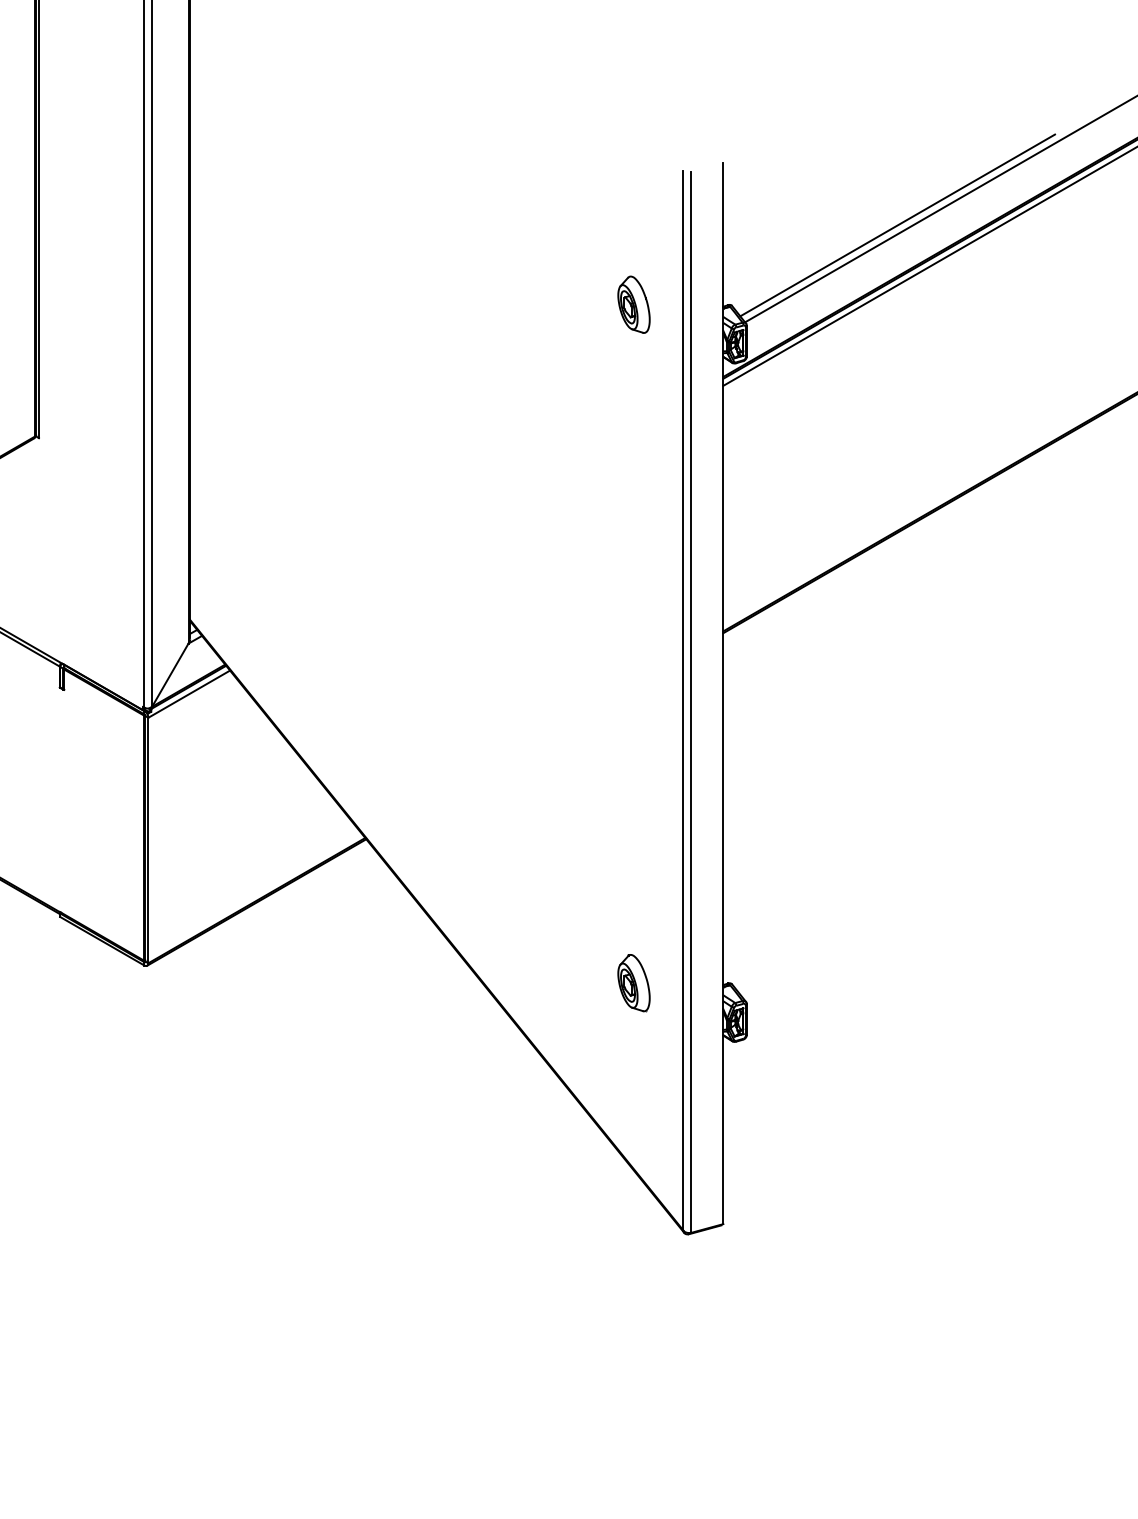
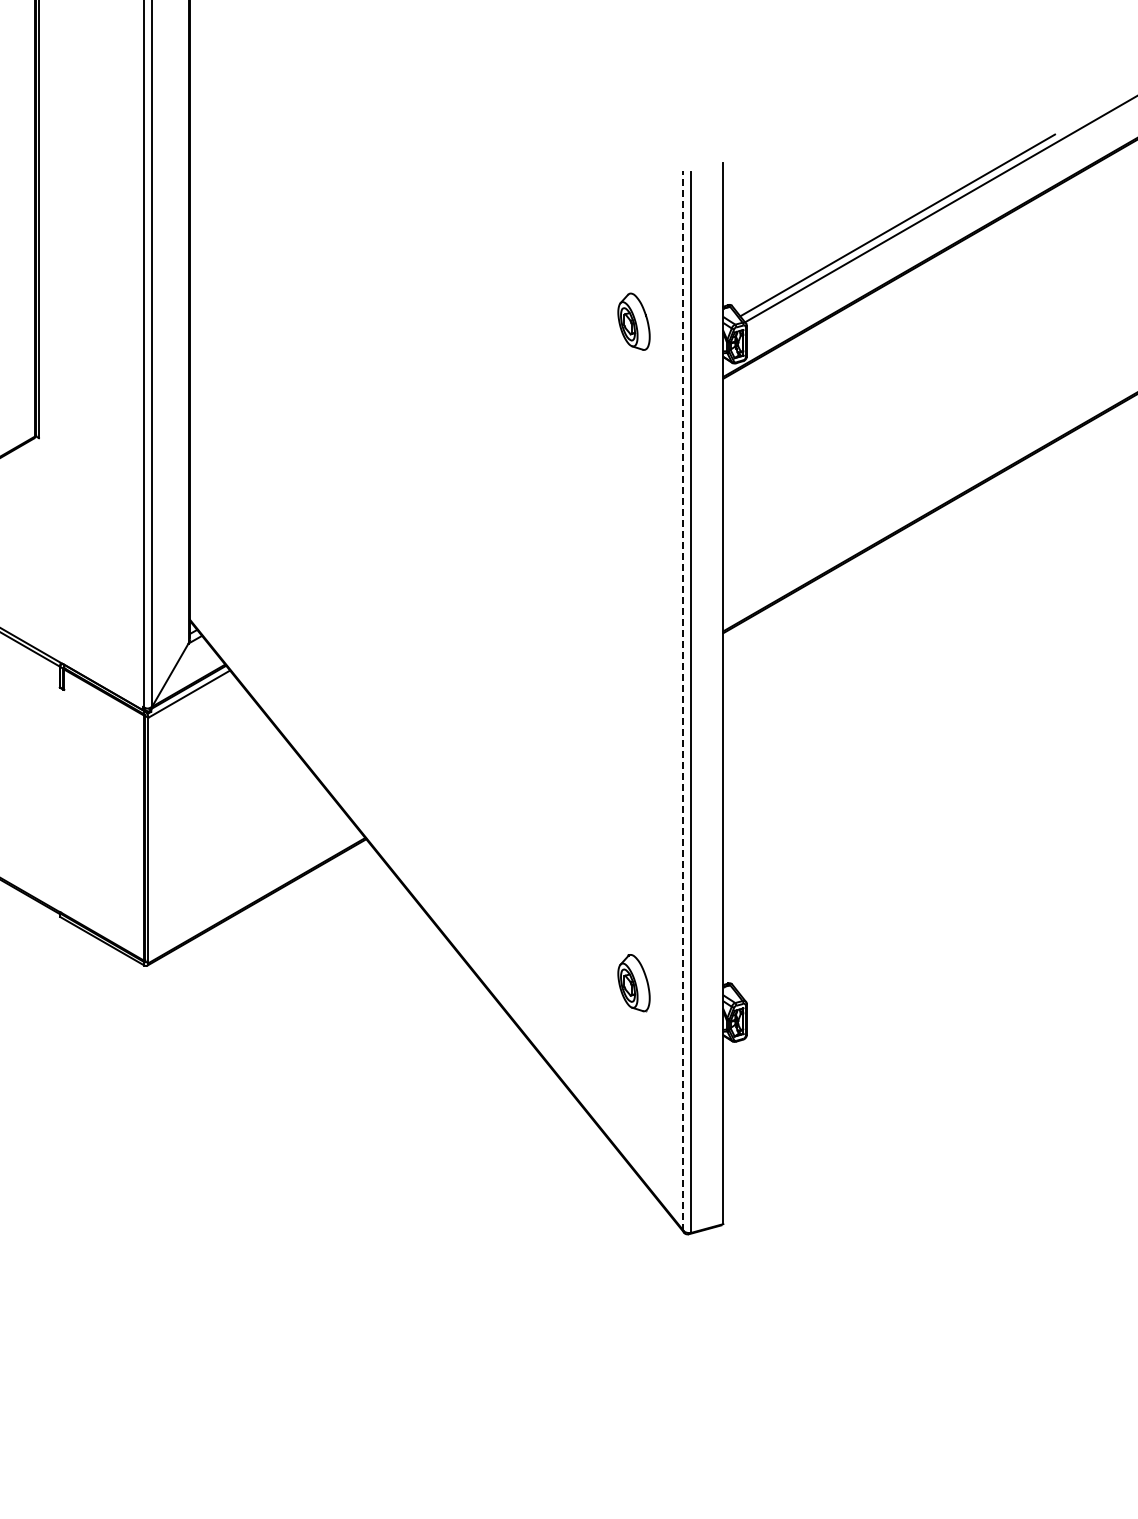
line at (928, 266): present -> none
part at (633, 304) position: (633, 304) -> (633, 321)
line at (683, 700): solid -> dashed
